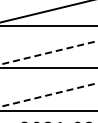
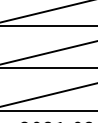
line at (49, 52): dashed -> solid
line at (48, 95): dashed -> solid
